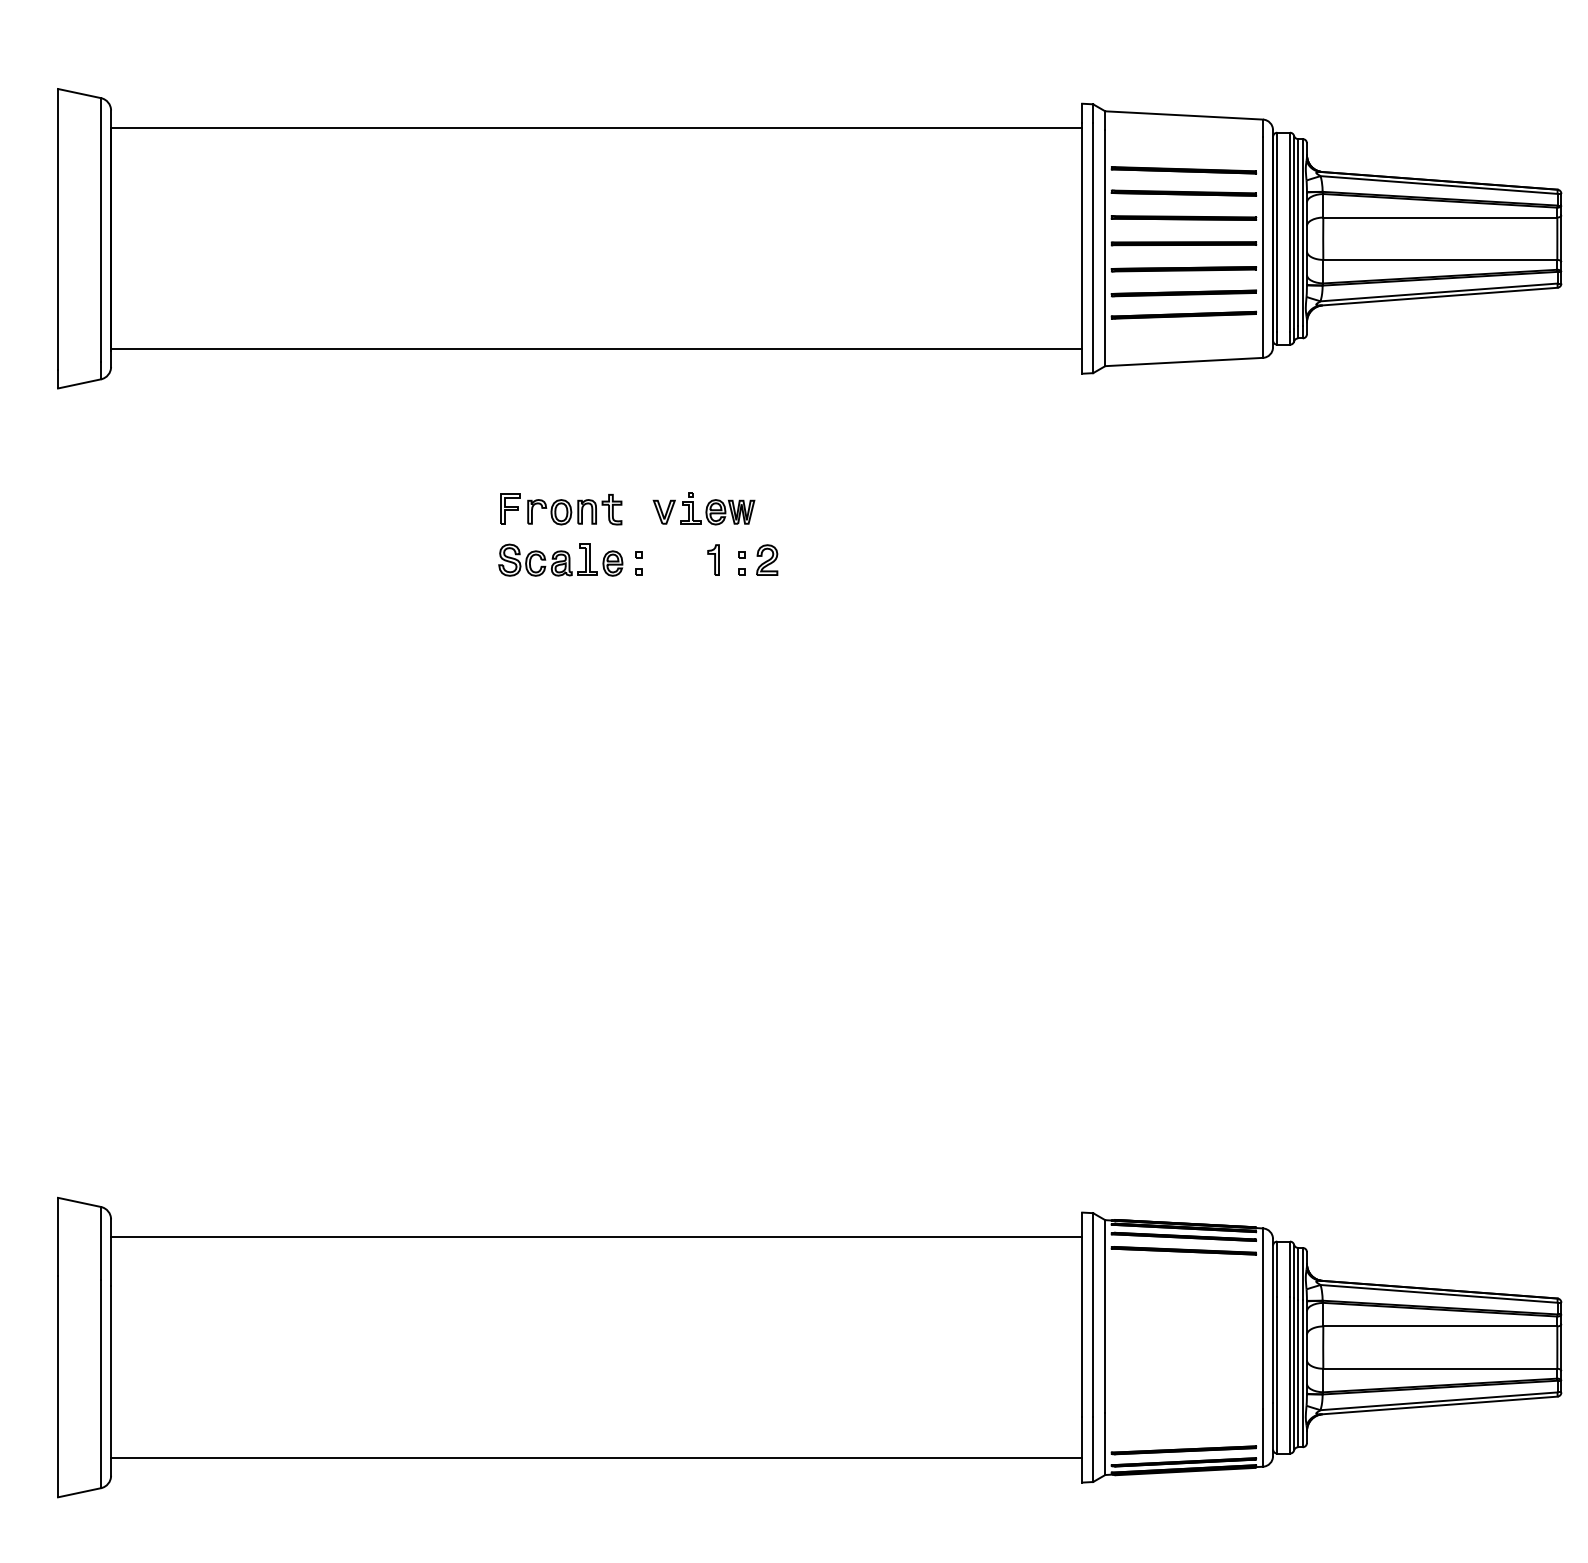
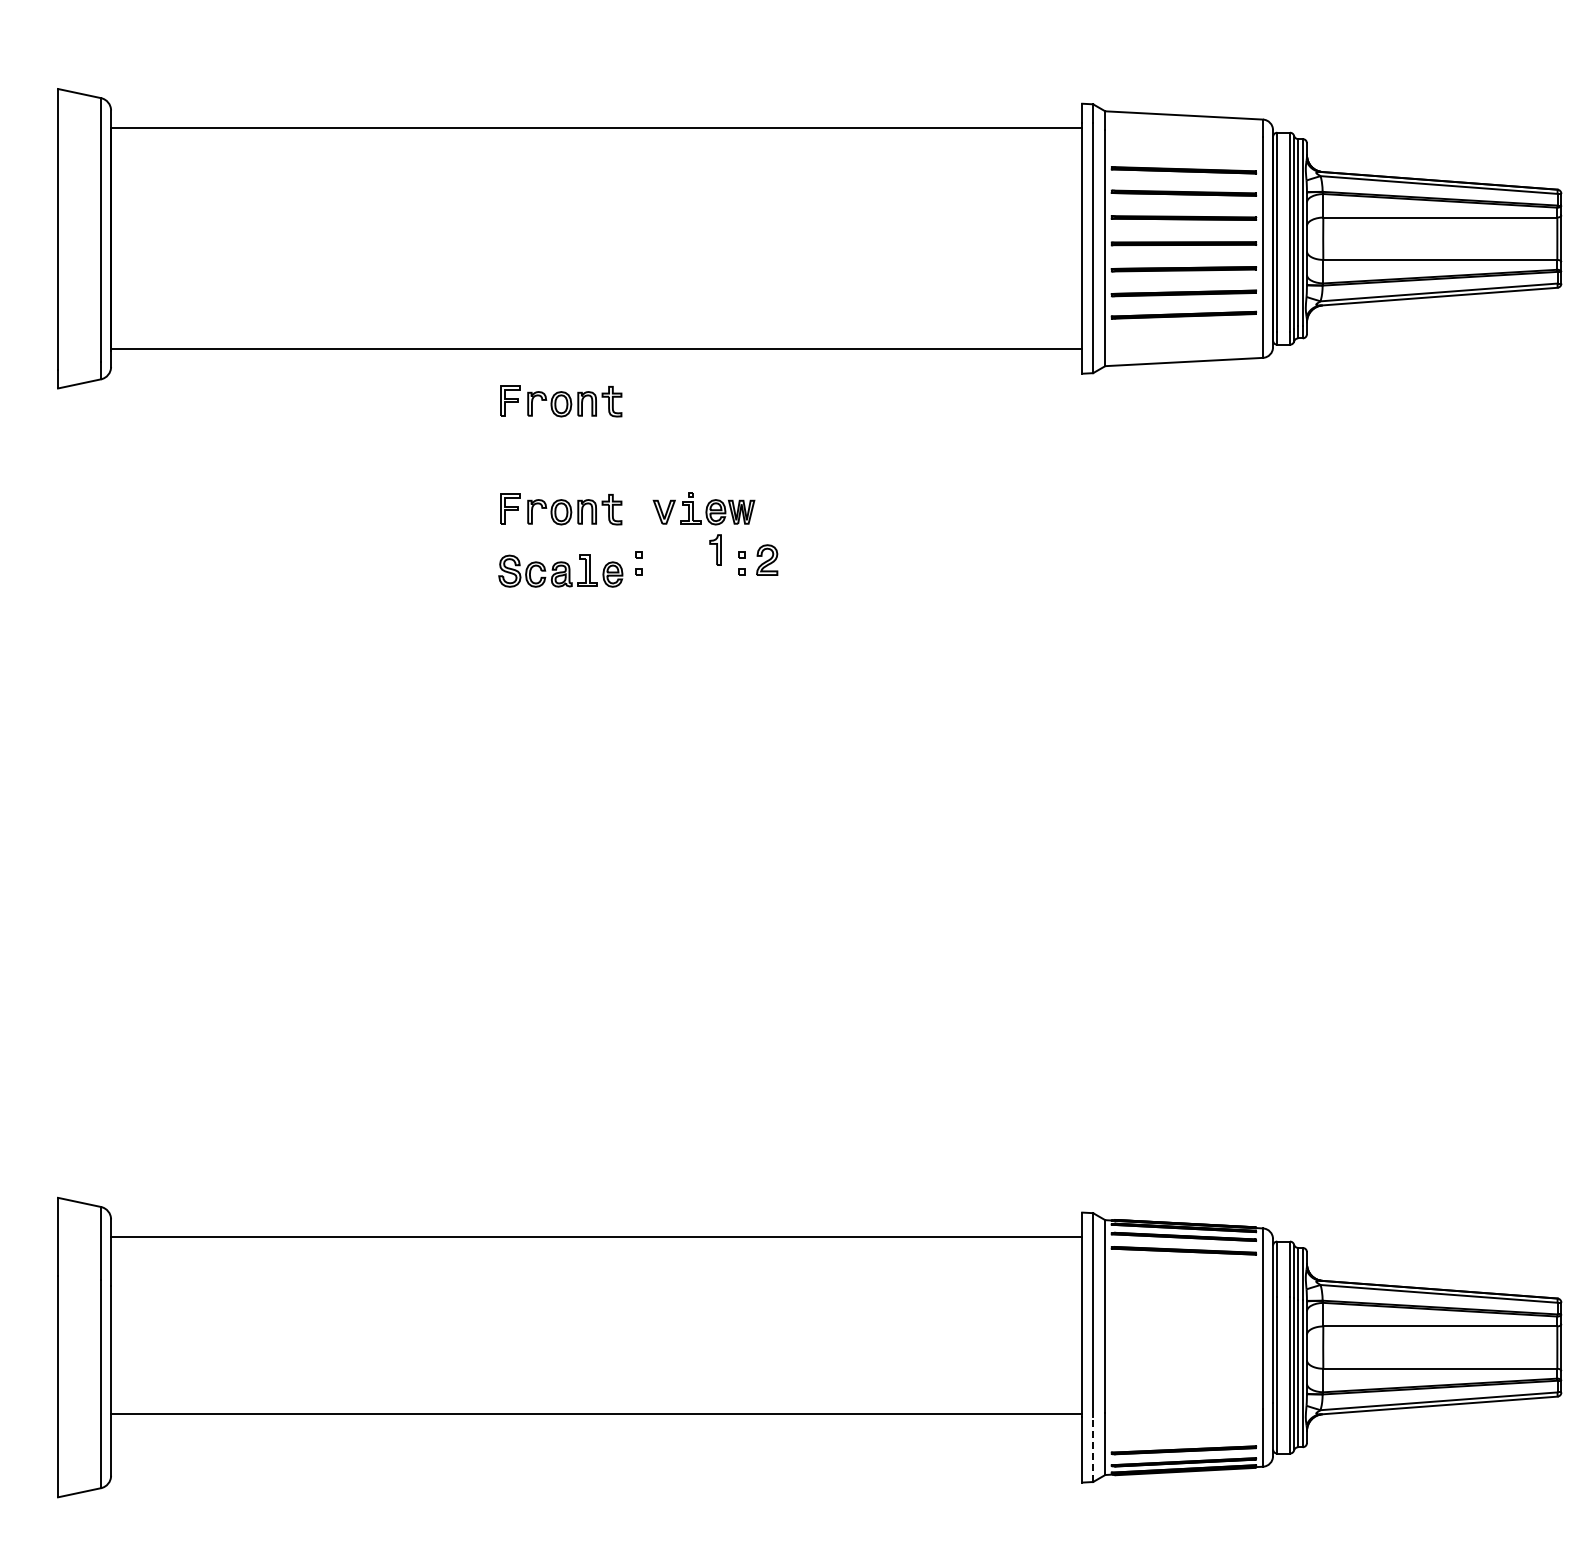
part at (561, 401): none -> present
part at (560, 559) position: (560, 559) -> (560, 570)
part at (713, 559) position: (713, 559) -> (715, 549)
line at (1093, 1449): solid -> dashed
line at (596, 1457) position: (596, 1457) -> (596, 1413)
